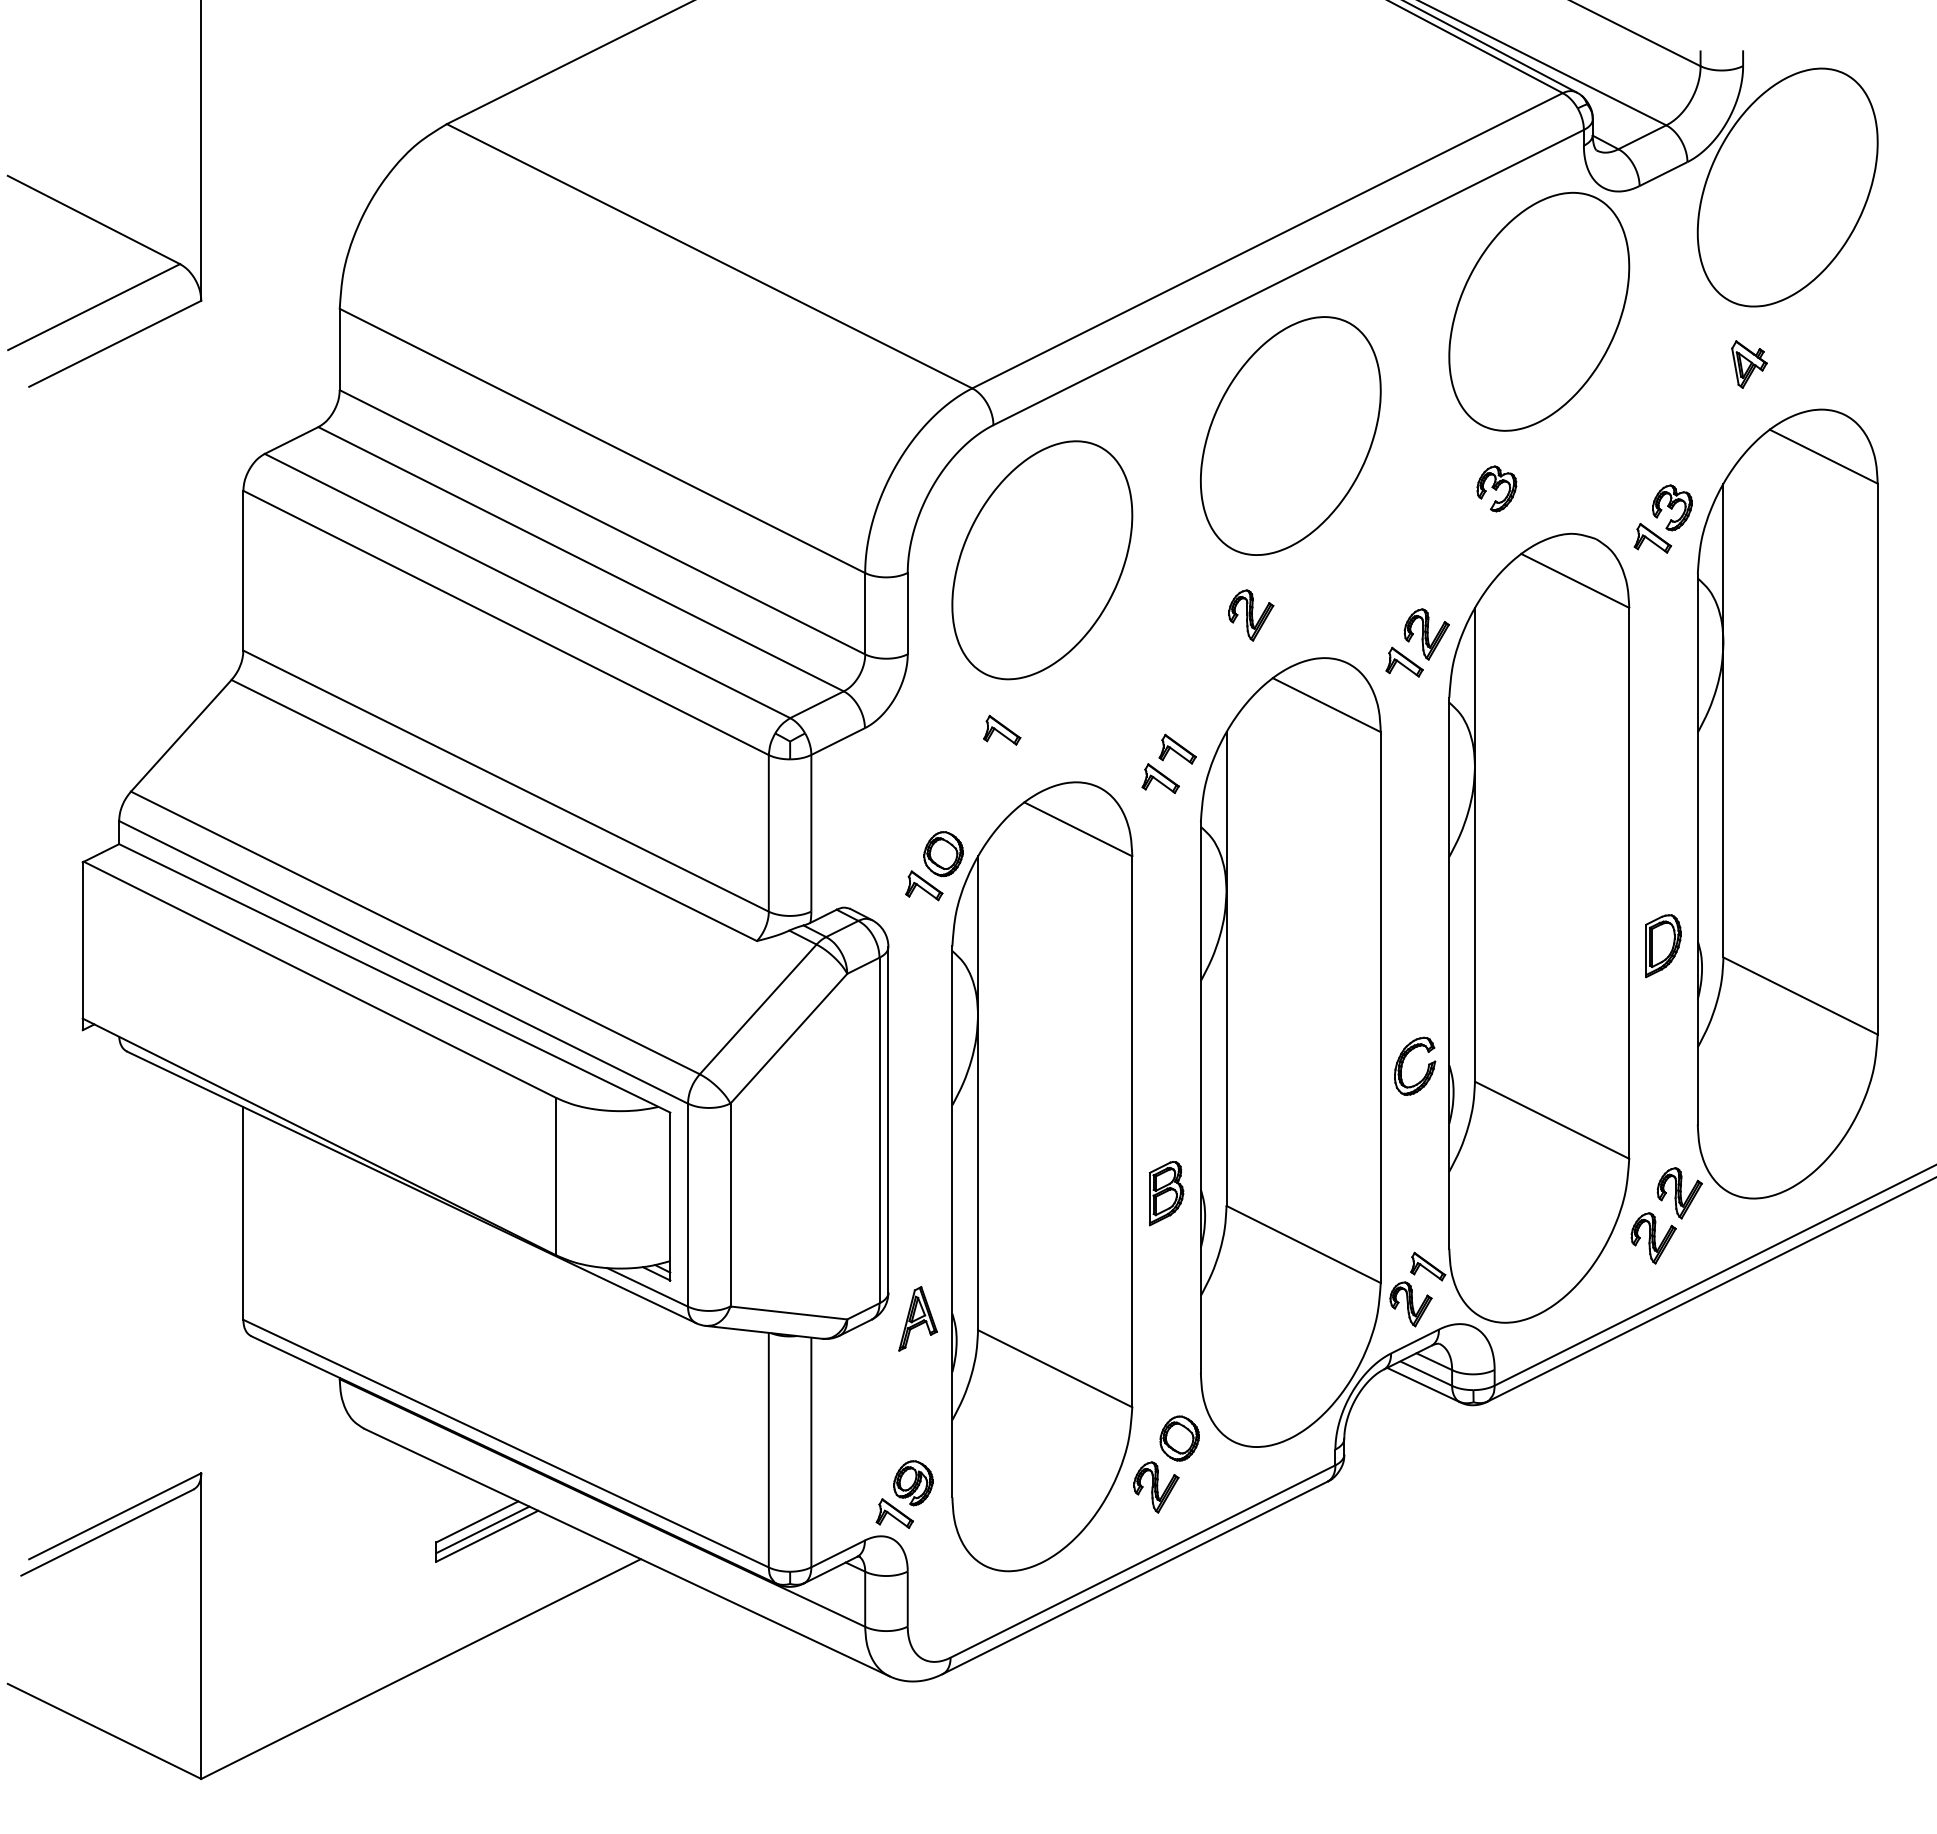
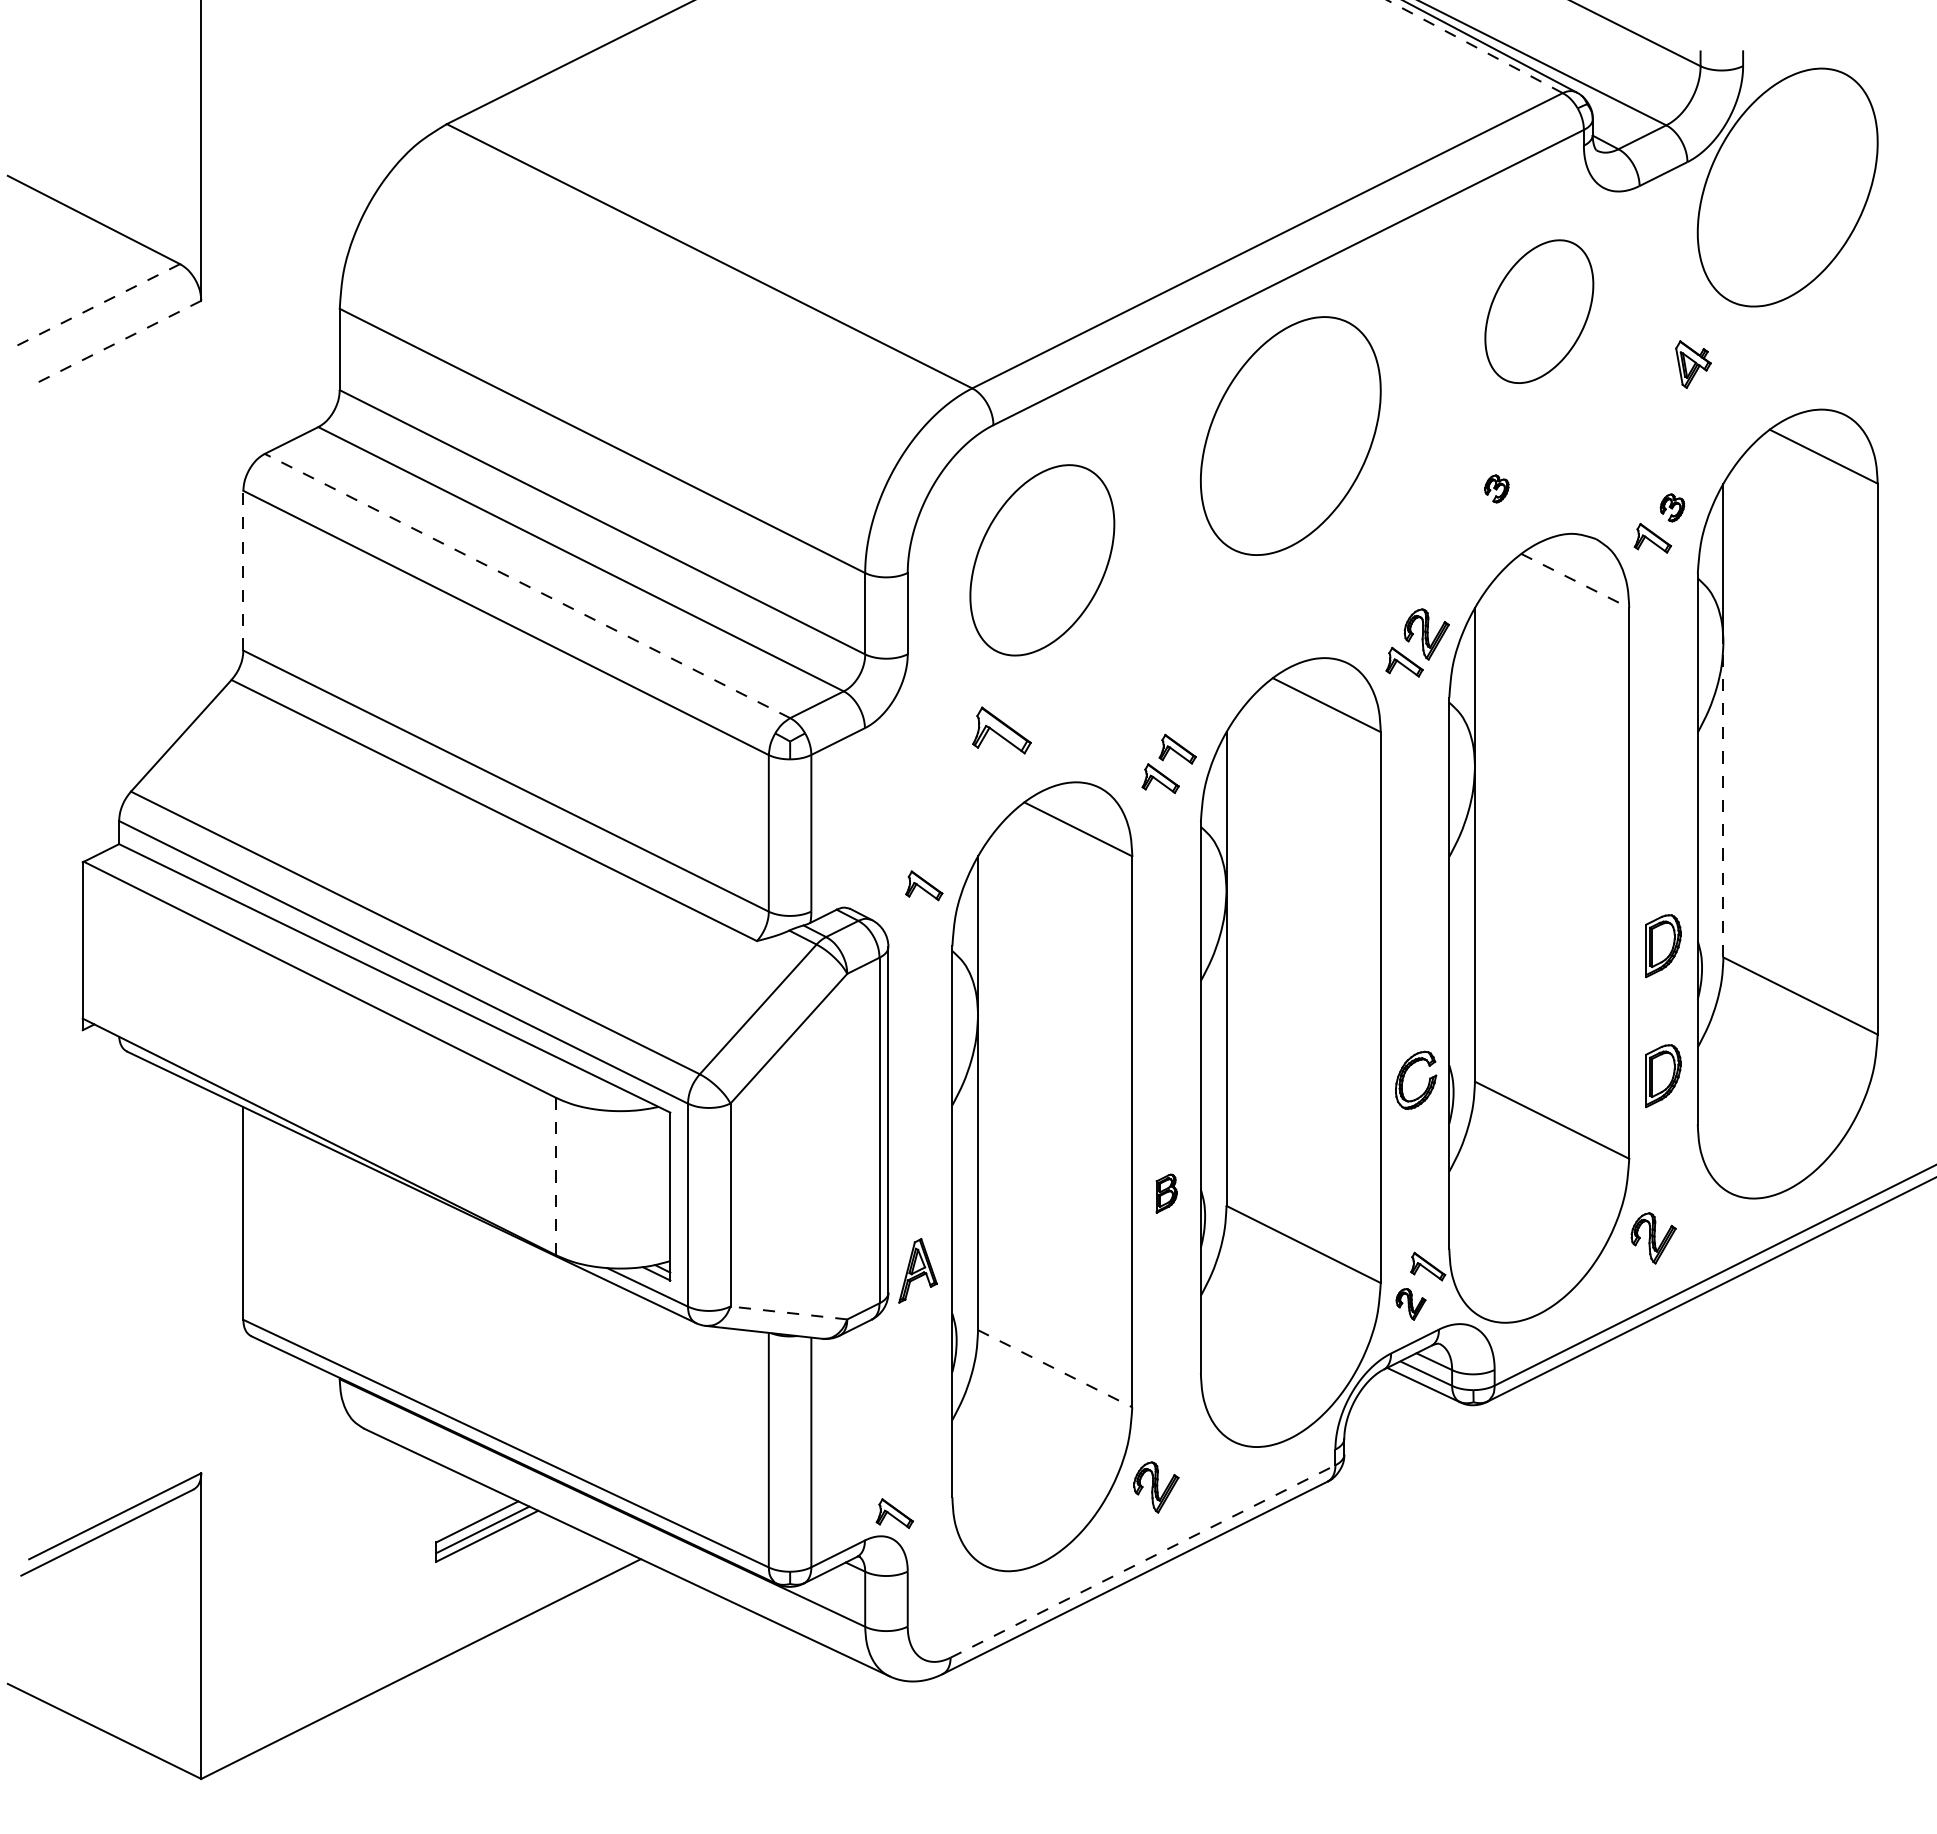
line at (1474, 46): solid -> dashed
line at (93, 307): solid -> dashed
part at (1539, 311) size: 183x241 px -> 111x145 px
line at (114, 344): solid -> dashed
part at (1749, 364) position: (1749, 364) -> (1693, 364)
part at (1496, 488) size: 42x48 px -> 26x30 px
part at (1672, 507) size: 41x48 px -> 27x30 px
part at (1042, 560) size: 183x241 px -> 147x193 px
line at (243, 570): solid -> dashed
line at (1575, 581): solid -> dashed
line at (527, 585): solid -> dashed
part at (1251, 615): present -> none
part at (1002, 729) size: 39x32 px -> 60x49 px
line at (1723, 799): solid -> dashed
part at (943, 854): present -> none
part at (1404, 1060) position: (1404, 1060) -> (1405, 1074)
part at (1663, 1076): none -> present
line at (556, 1176): solid -> dashed
part at (1166, 1193) size: 36x66 px -> 23x41 px
part at (1679, 1193): present -> none
part at (1410, 1304) size: 44x47 px -> 32x33 px
line at (788, 1312): solid -> dashed
part at (917, 1318) position: (917, 1318) -> (917, 1270)
line at (1055, 1368): solid -> dashed
part at (1179, 1438): present -> none
part at (913, 1483): present -> none
line at (1143, 1561): solid -> dashed
